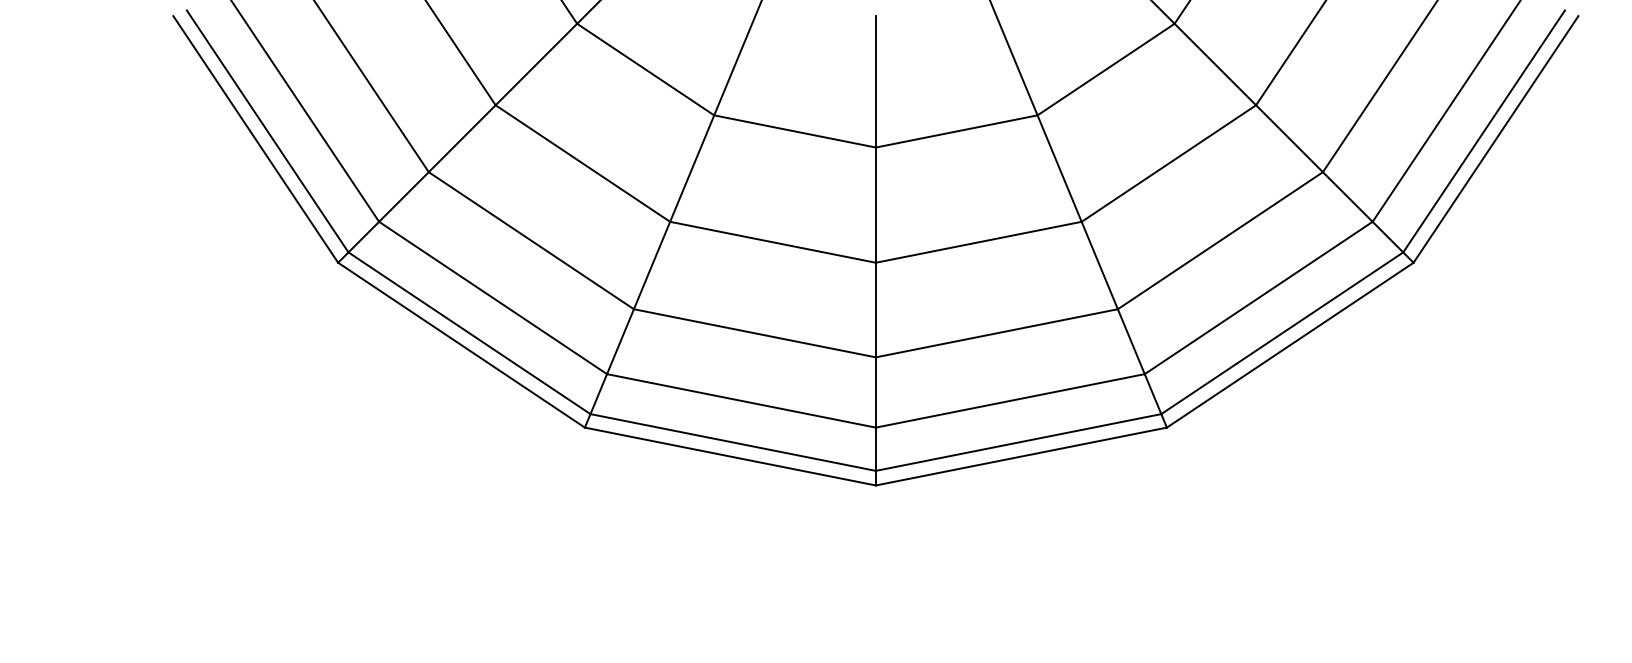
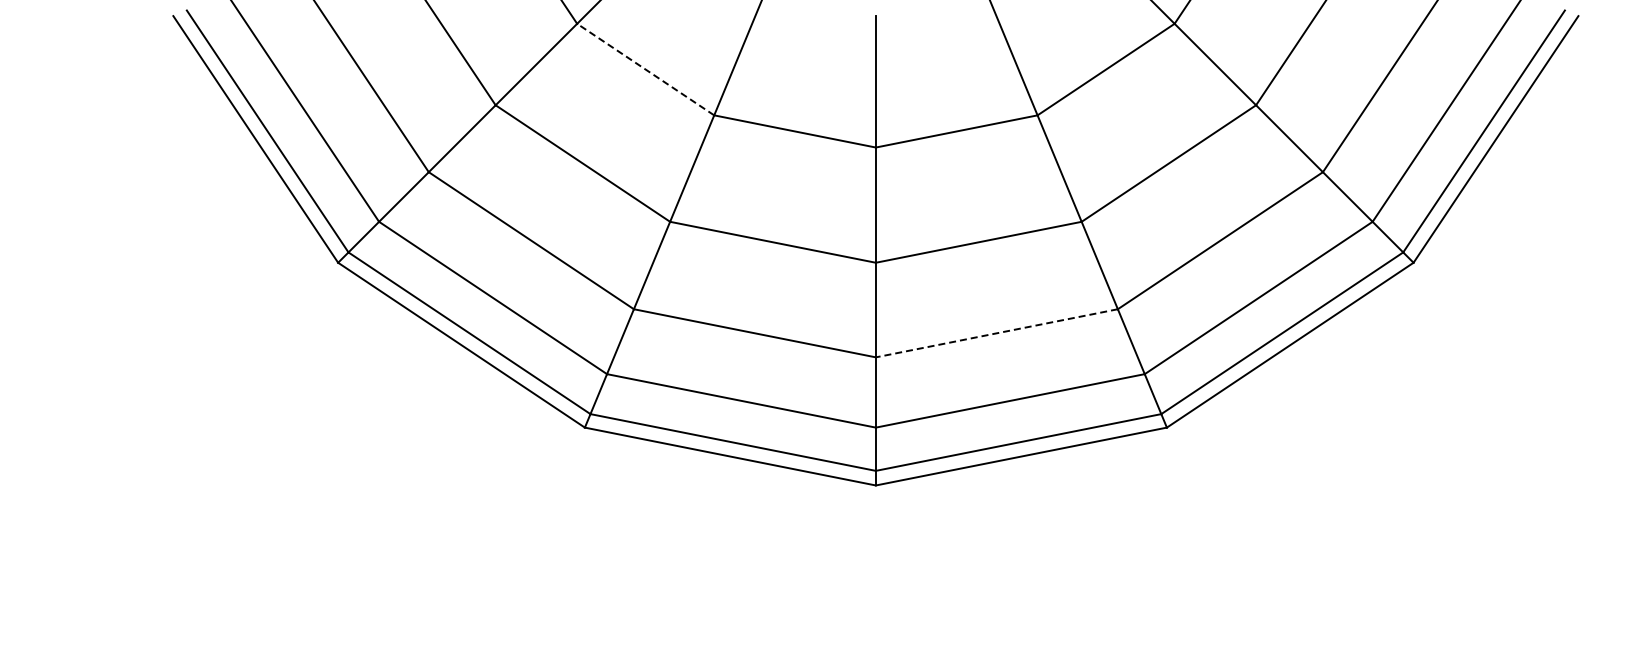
line at (645, 69): solid -> dashed
line at (996, 333): solid -> dashed
